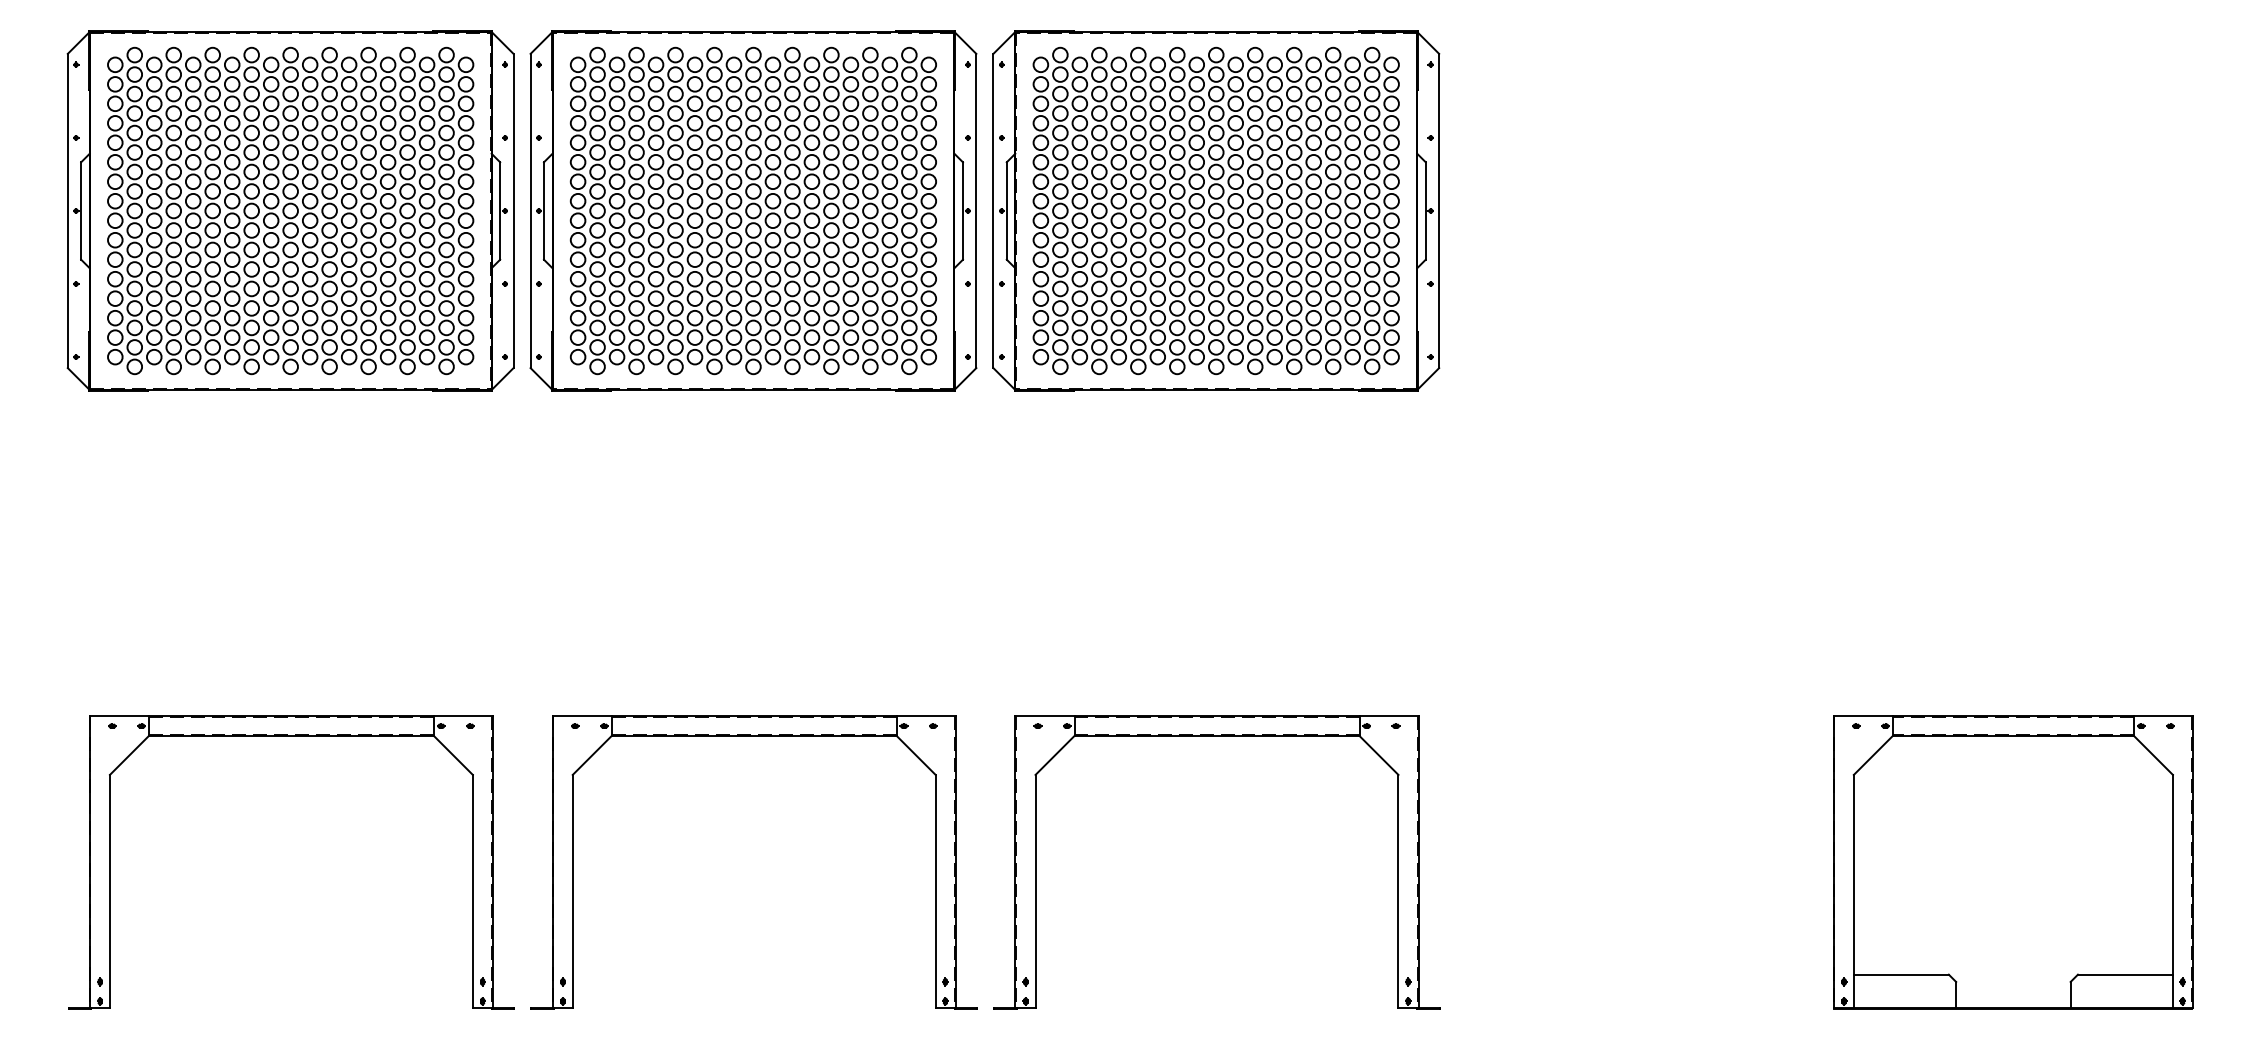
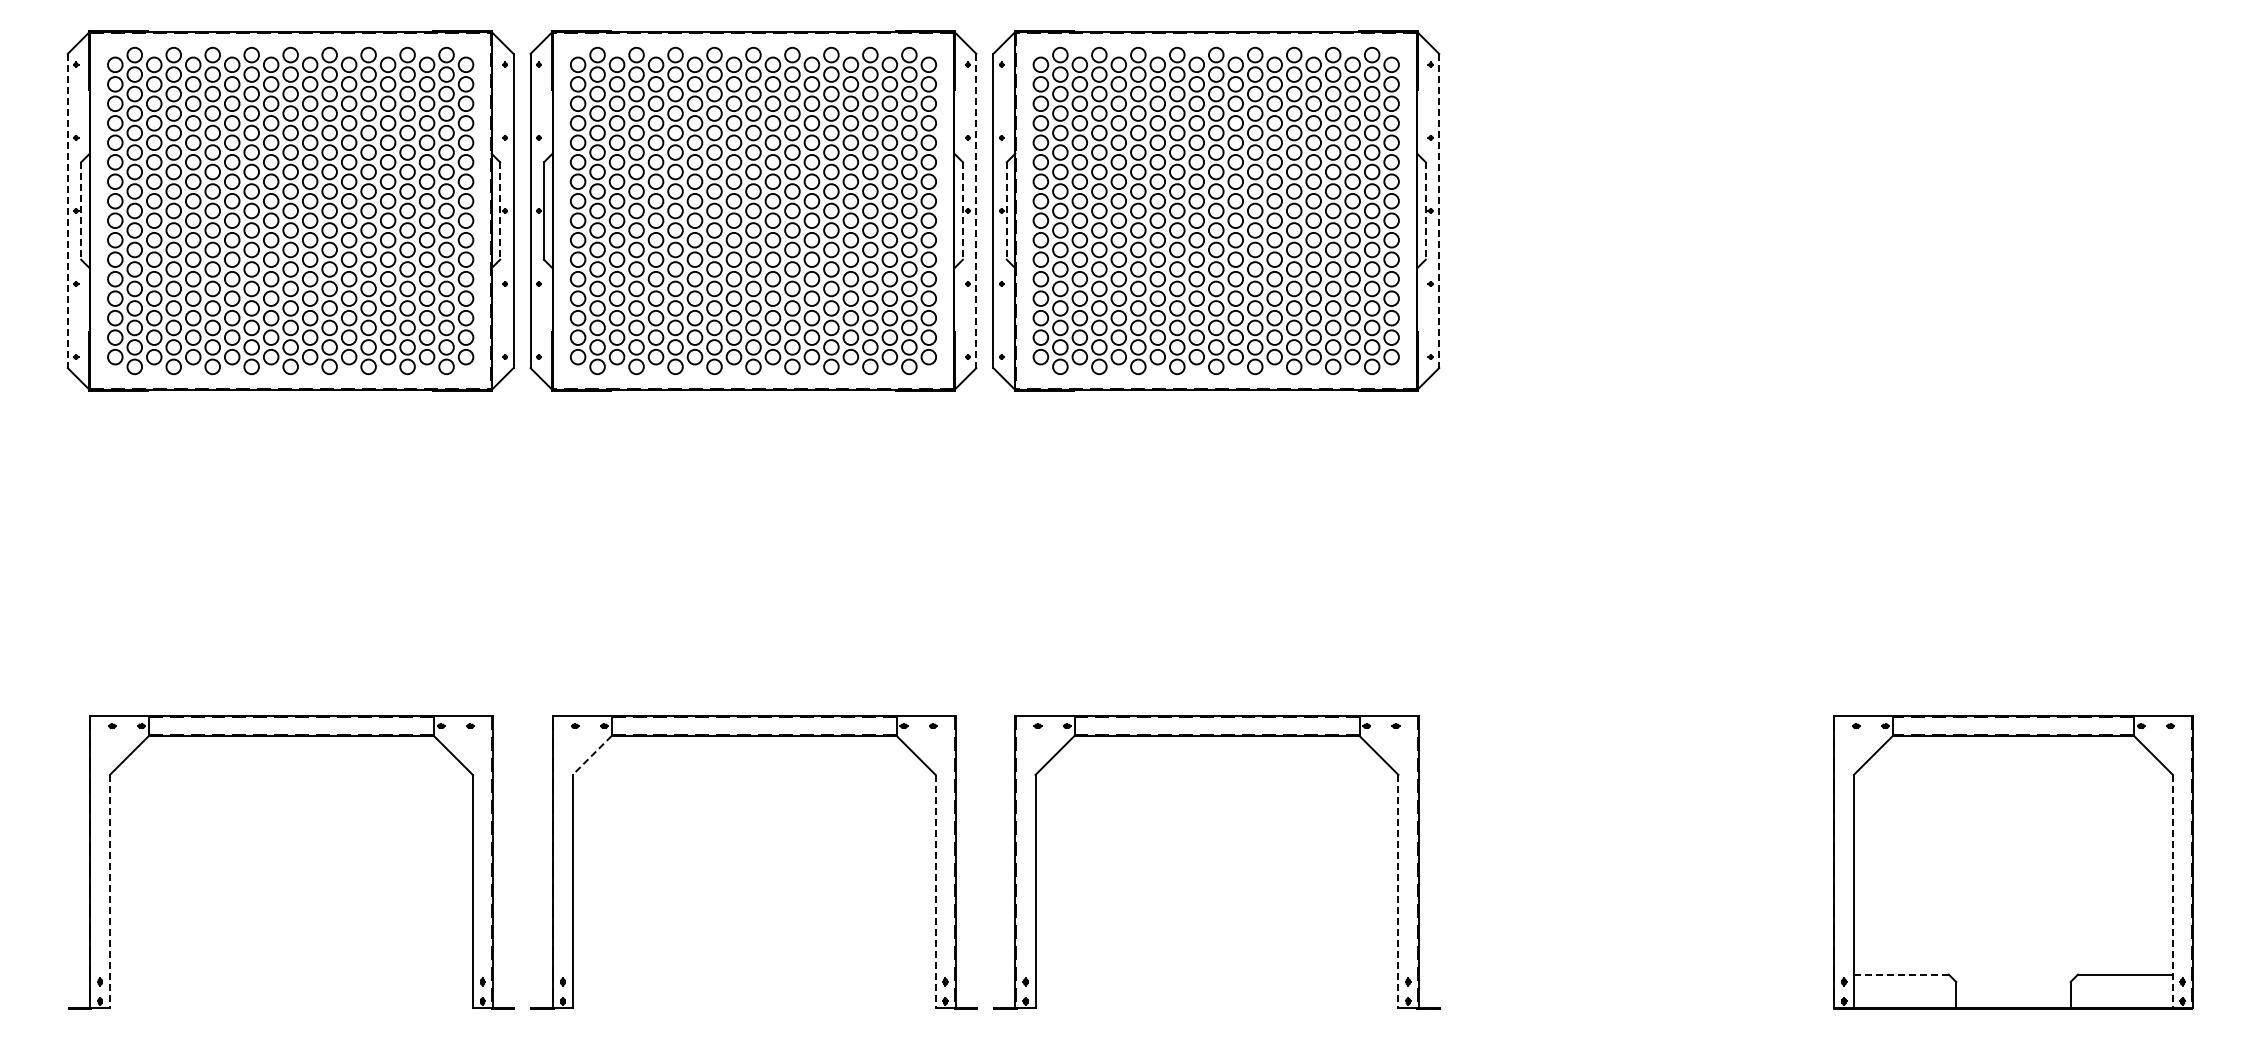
line at (67, 211): solid -> dashed
line at (81, 211): solid -> dashed
line at (500, 211): solid -> dashed
line at (962, 211): solid -> dashed
line at (976, 211): solid -> dashed
line at (1006, 211): solid -> dashed
line at (1425, 211): solid -> dashed
line at (1439, 211): solid -> dashed
line at (592, 755): solid -> dashed
line at (109, 891): solid -> dashed
line at (935, 891): solid -> dashed
line at (1398, 891): solid -> dashed
line at (2172, 891): solid -> dashed
line at (1900, 974): solid -> dashed
